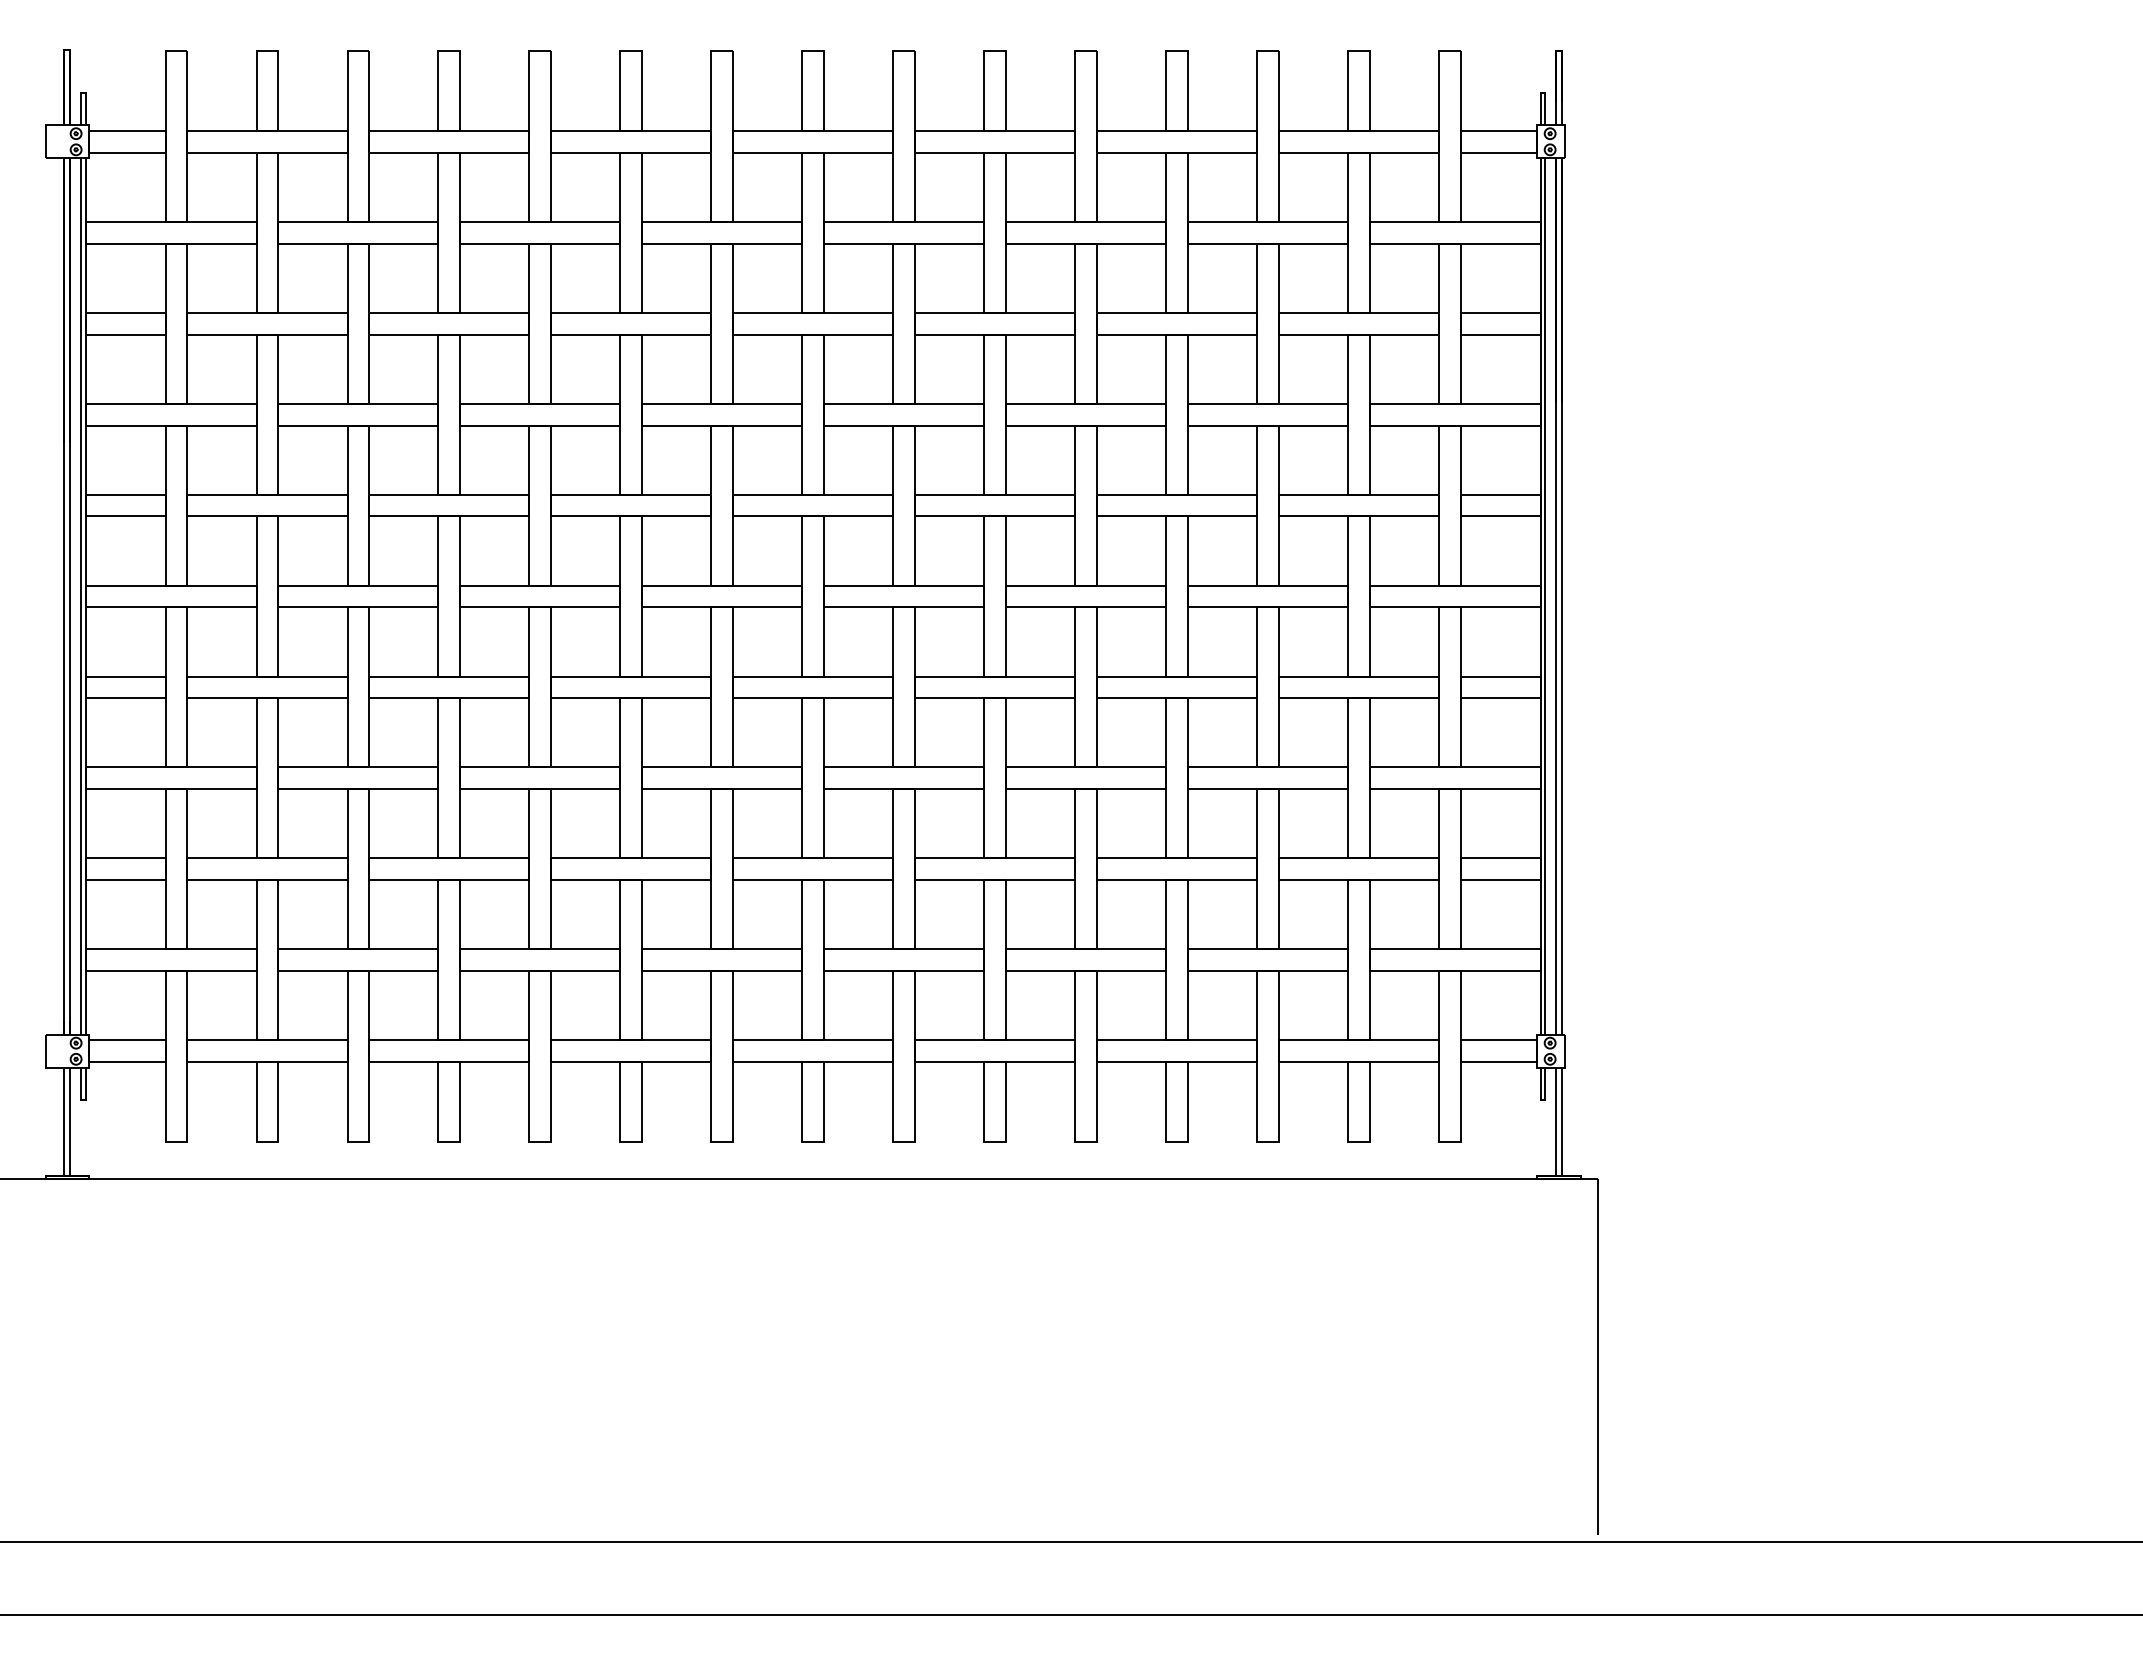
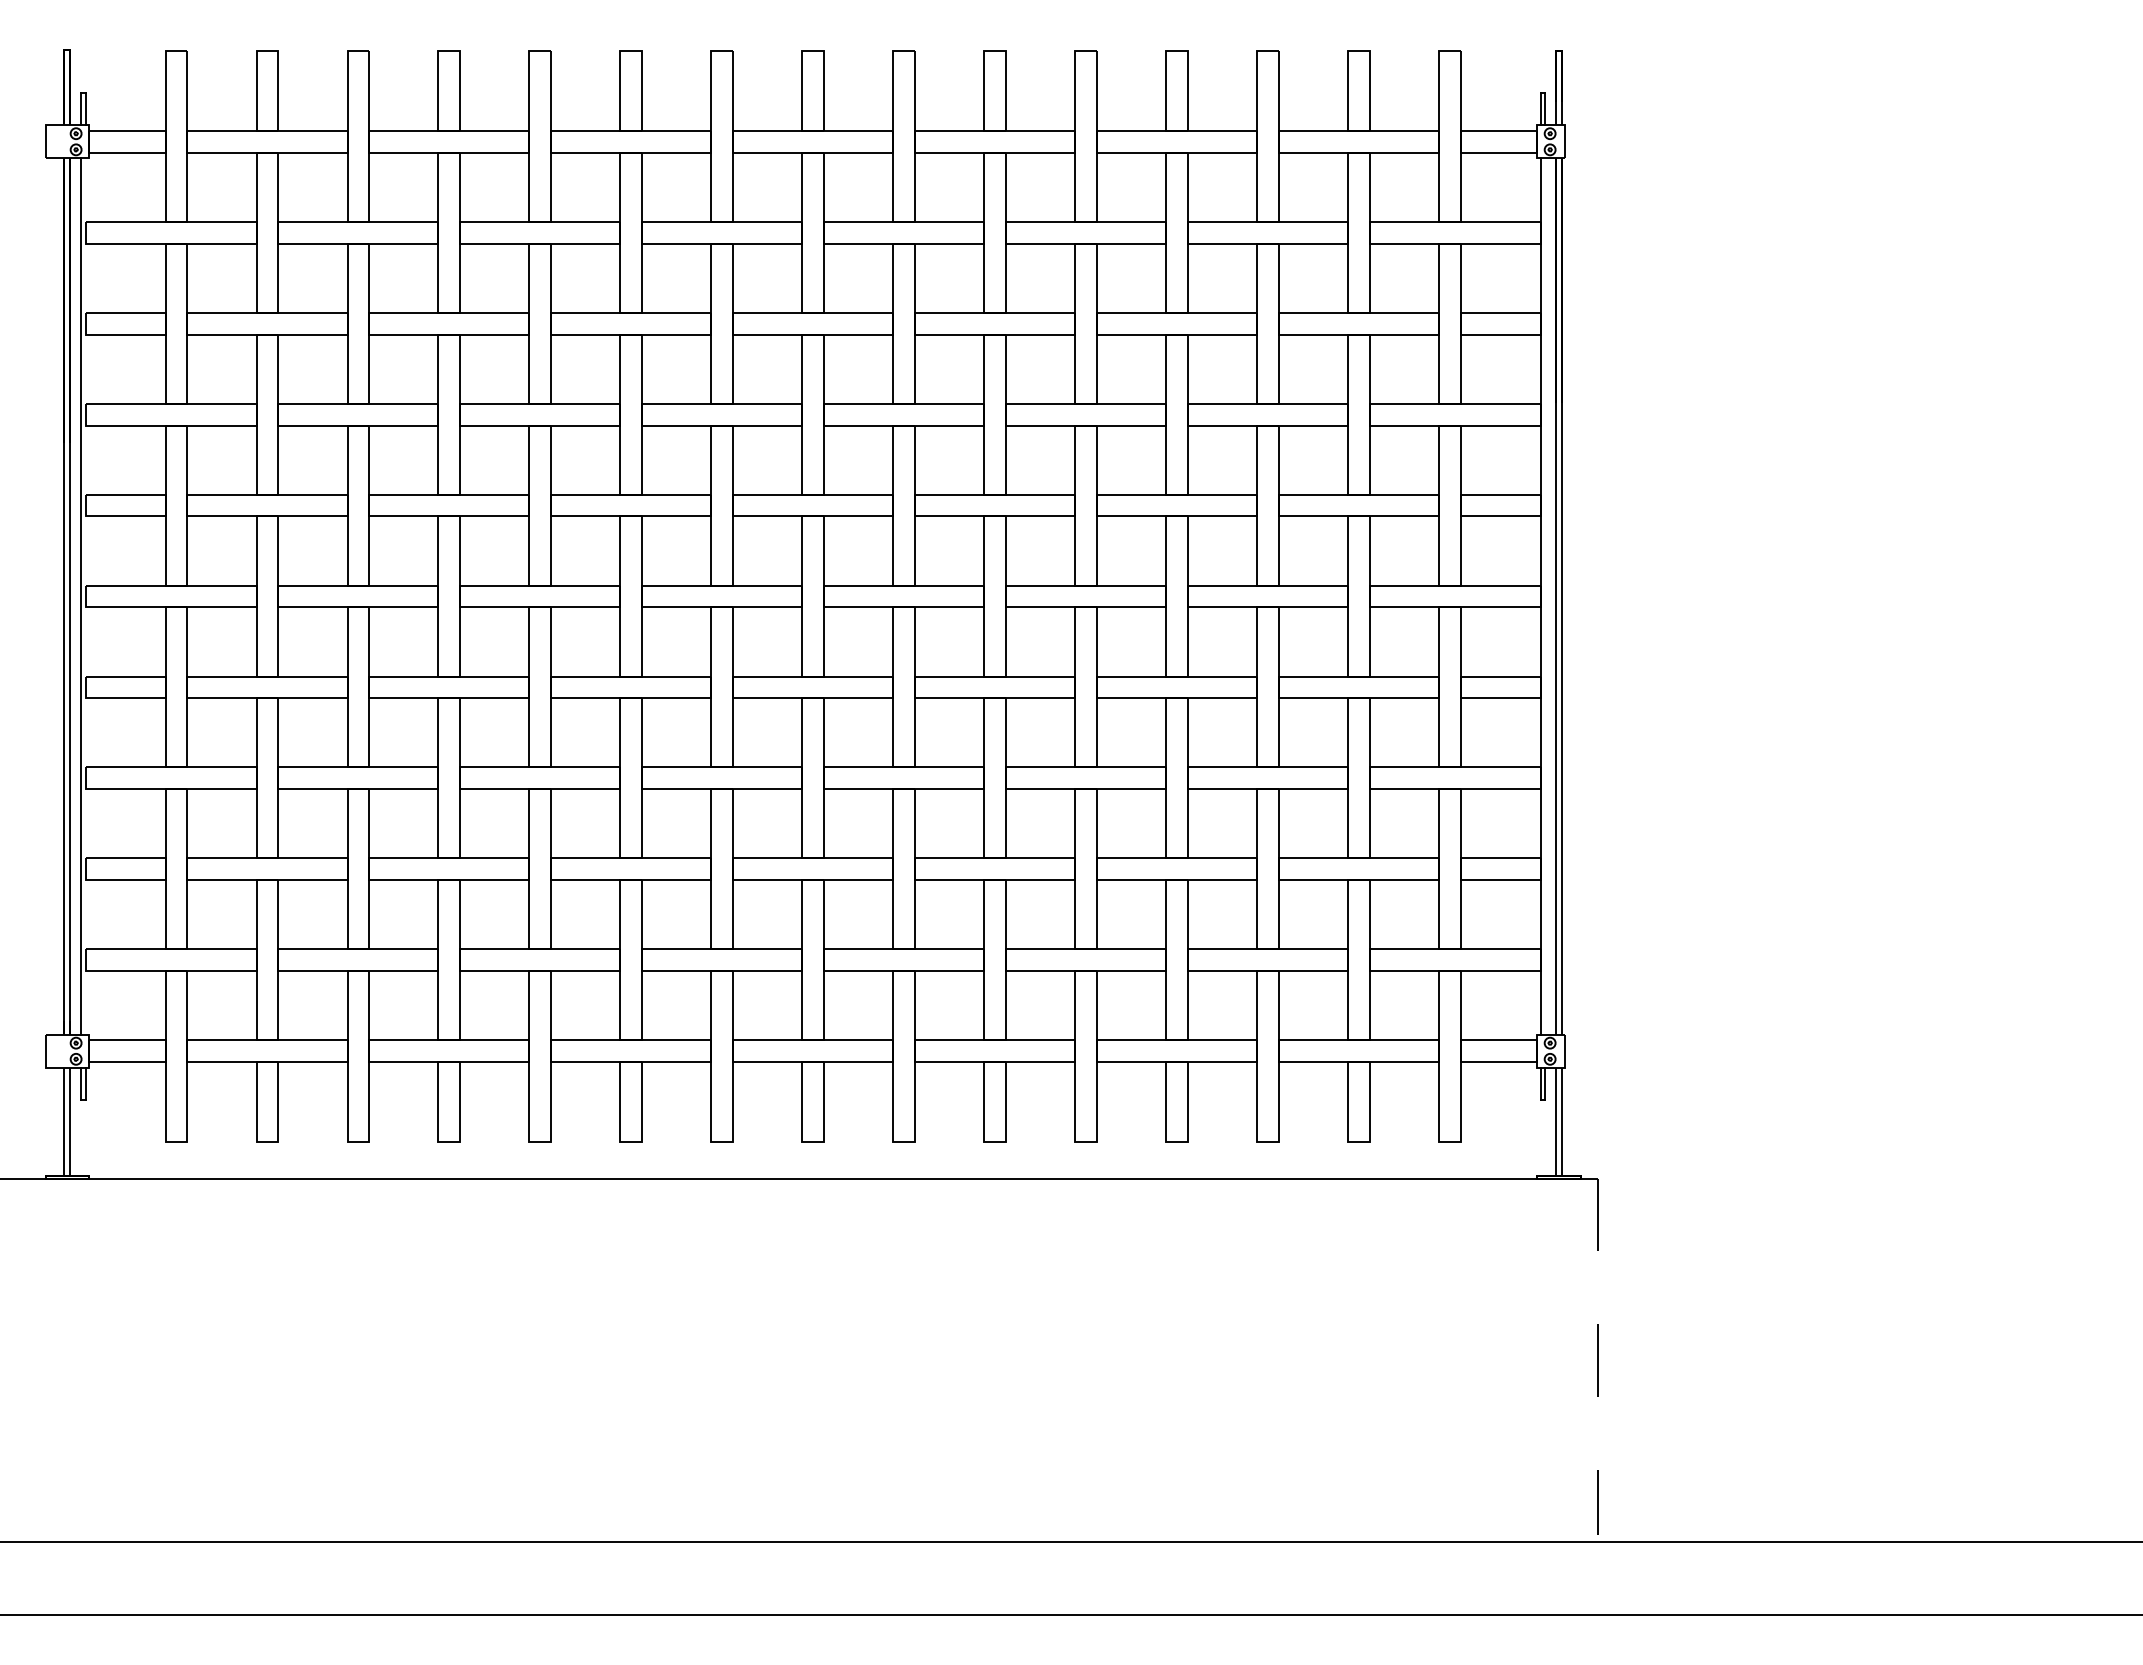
line at (85, 596): present -> none
line at (1545, 596): present -> none
line at (1598, 1357): solid -> dashed
